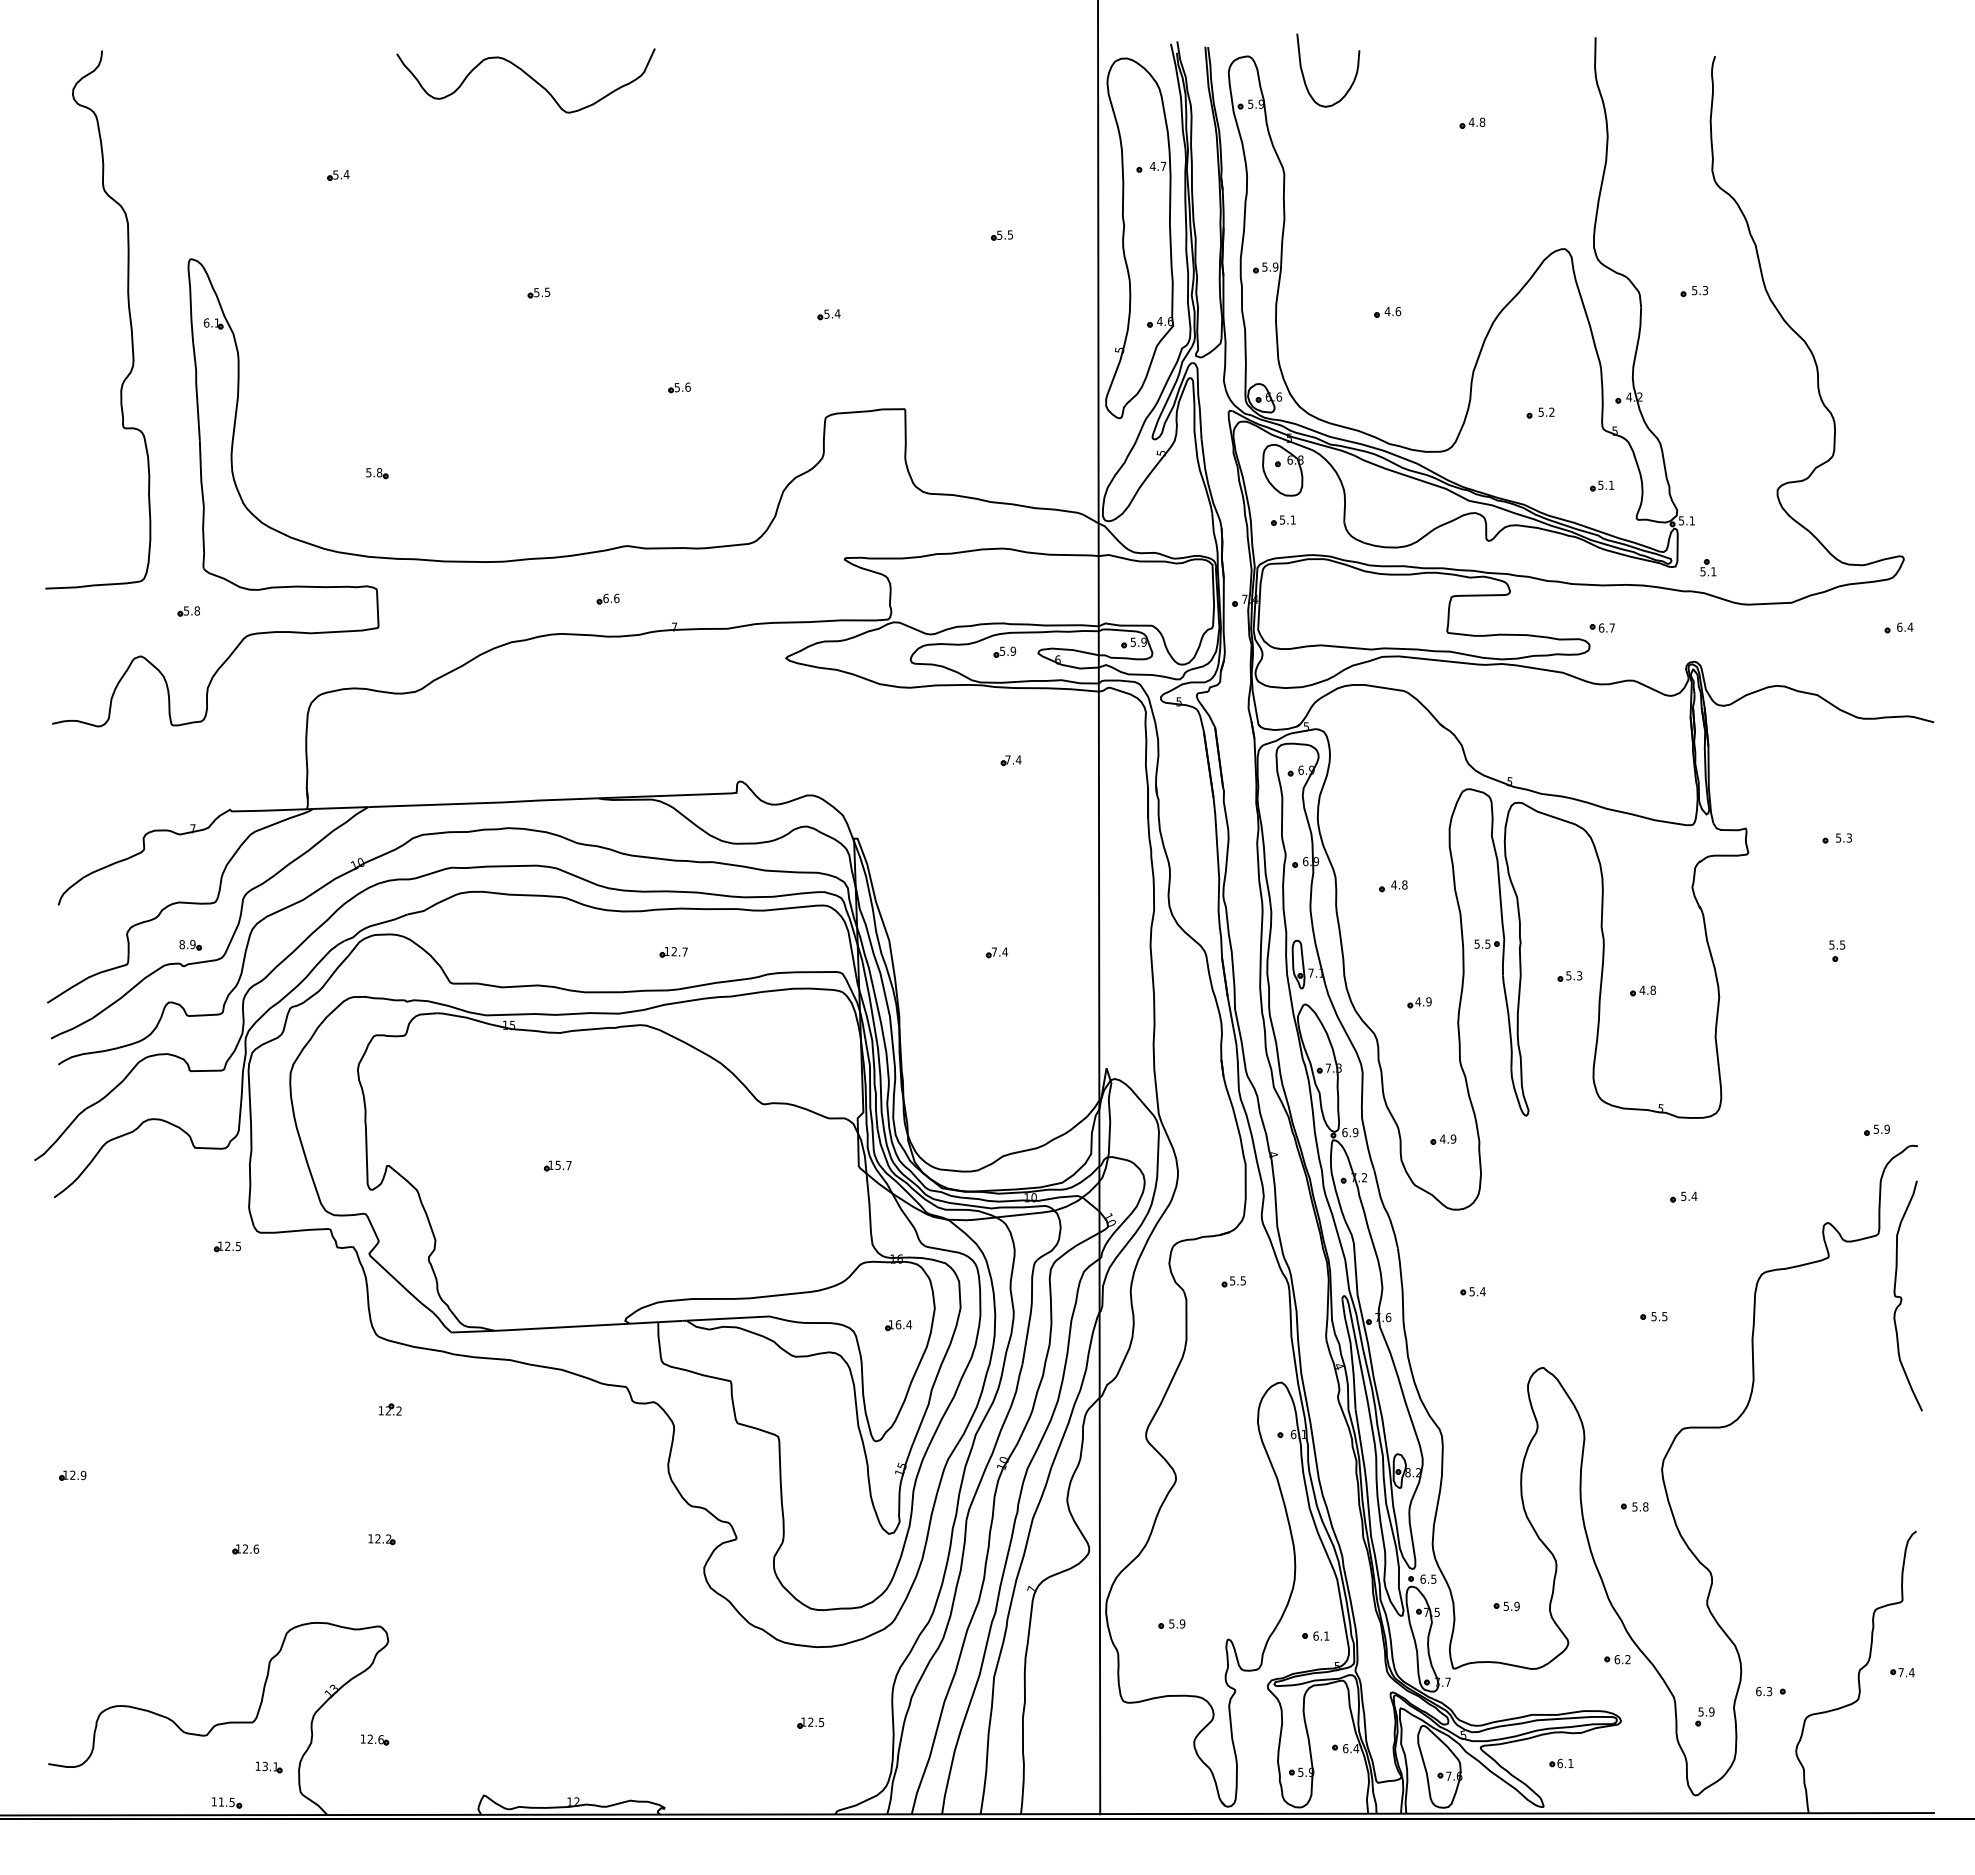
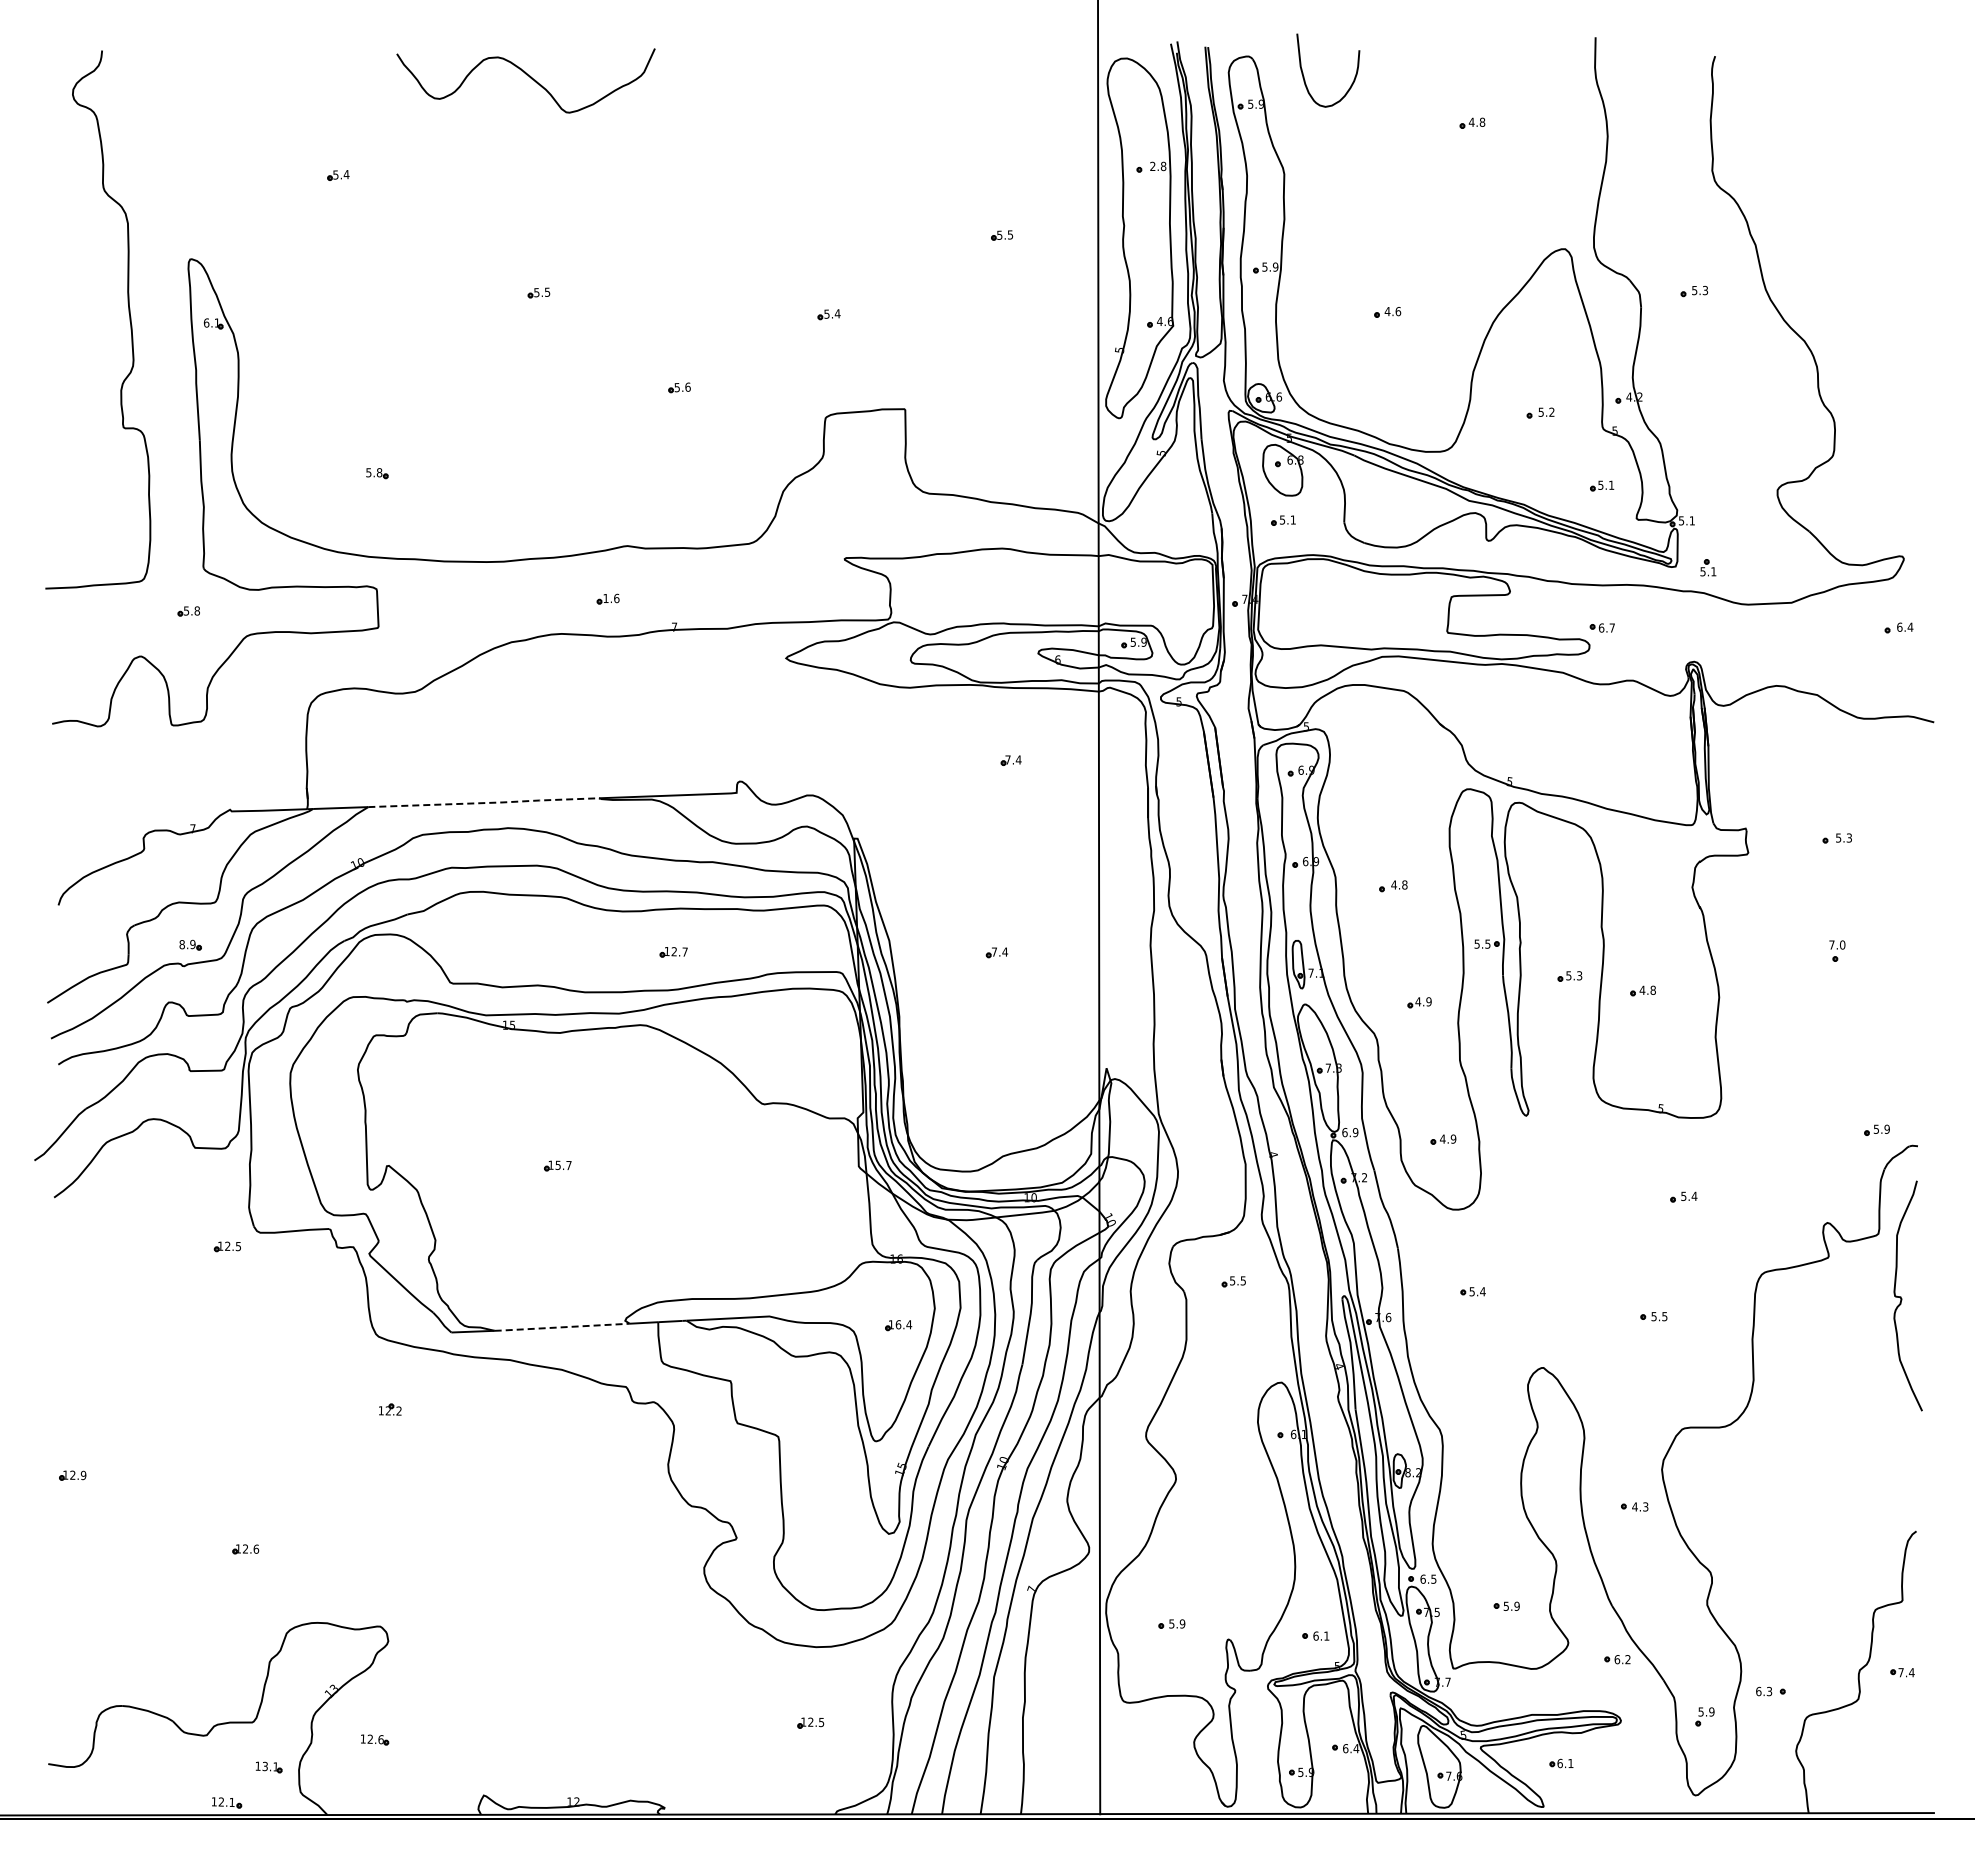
text at (1158, 166): 4.7 -> 2.8
text at (605, 598): 6.6 -> 1.6
part at (1004, 651): present -> none
line at (485, 803): solid -> dashed
text at (1837, 944): 5.5 -> 7.0
line at (561, 1327): solid -> dashed
text at (1640, 1506): 5.8 -> 4.3
part at (381, 1539): present -> none
text at (226, 1802): 11.5 -> 12.1
